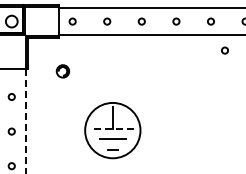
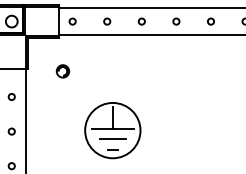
circle at (224, 50): present -> none
line at (25, 120): dashed -> solid
line at (112, 128): dashed -> solid
